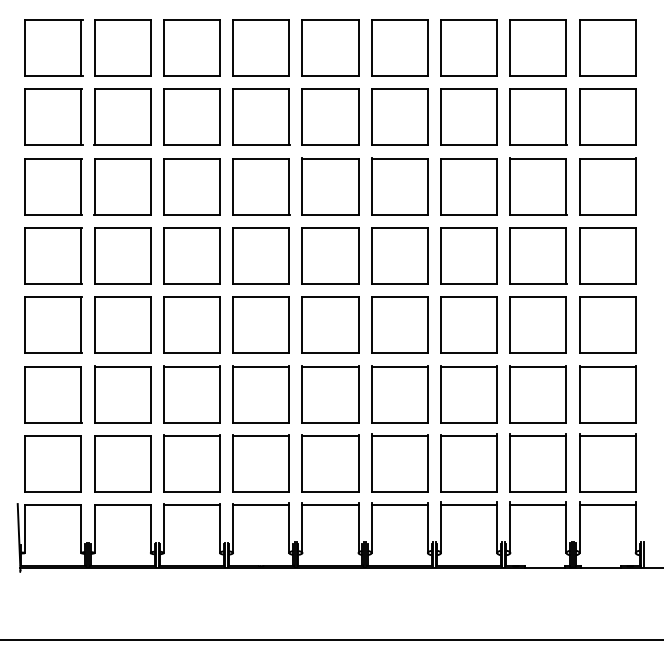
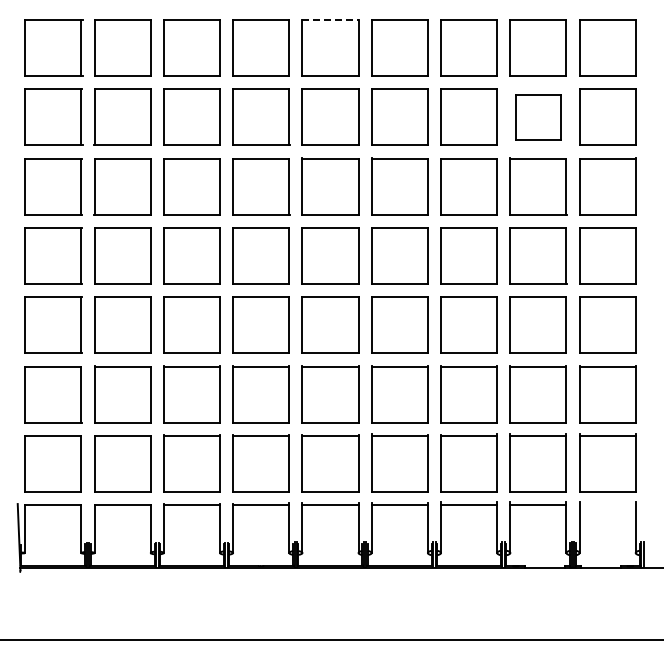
line at (331, 20): solid -> dashed
part at (538, 116) size: 59x58 px -> 47x47 px
line at (607, 505): present -> none
